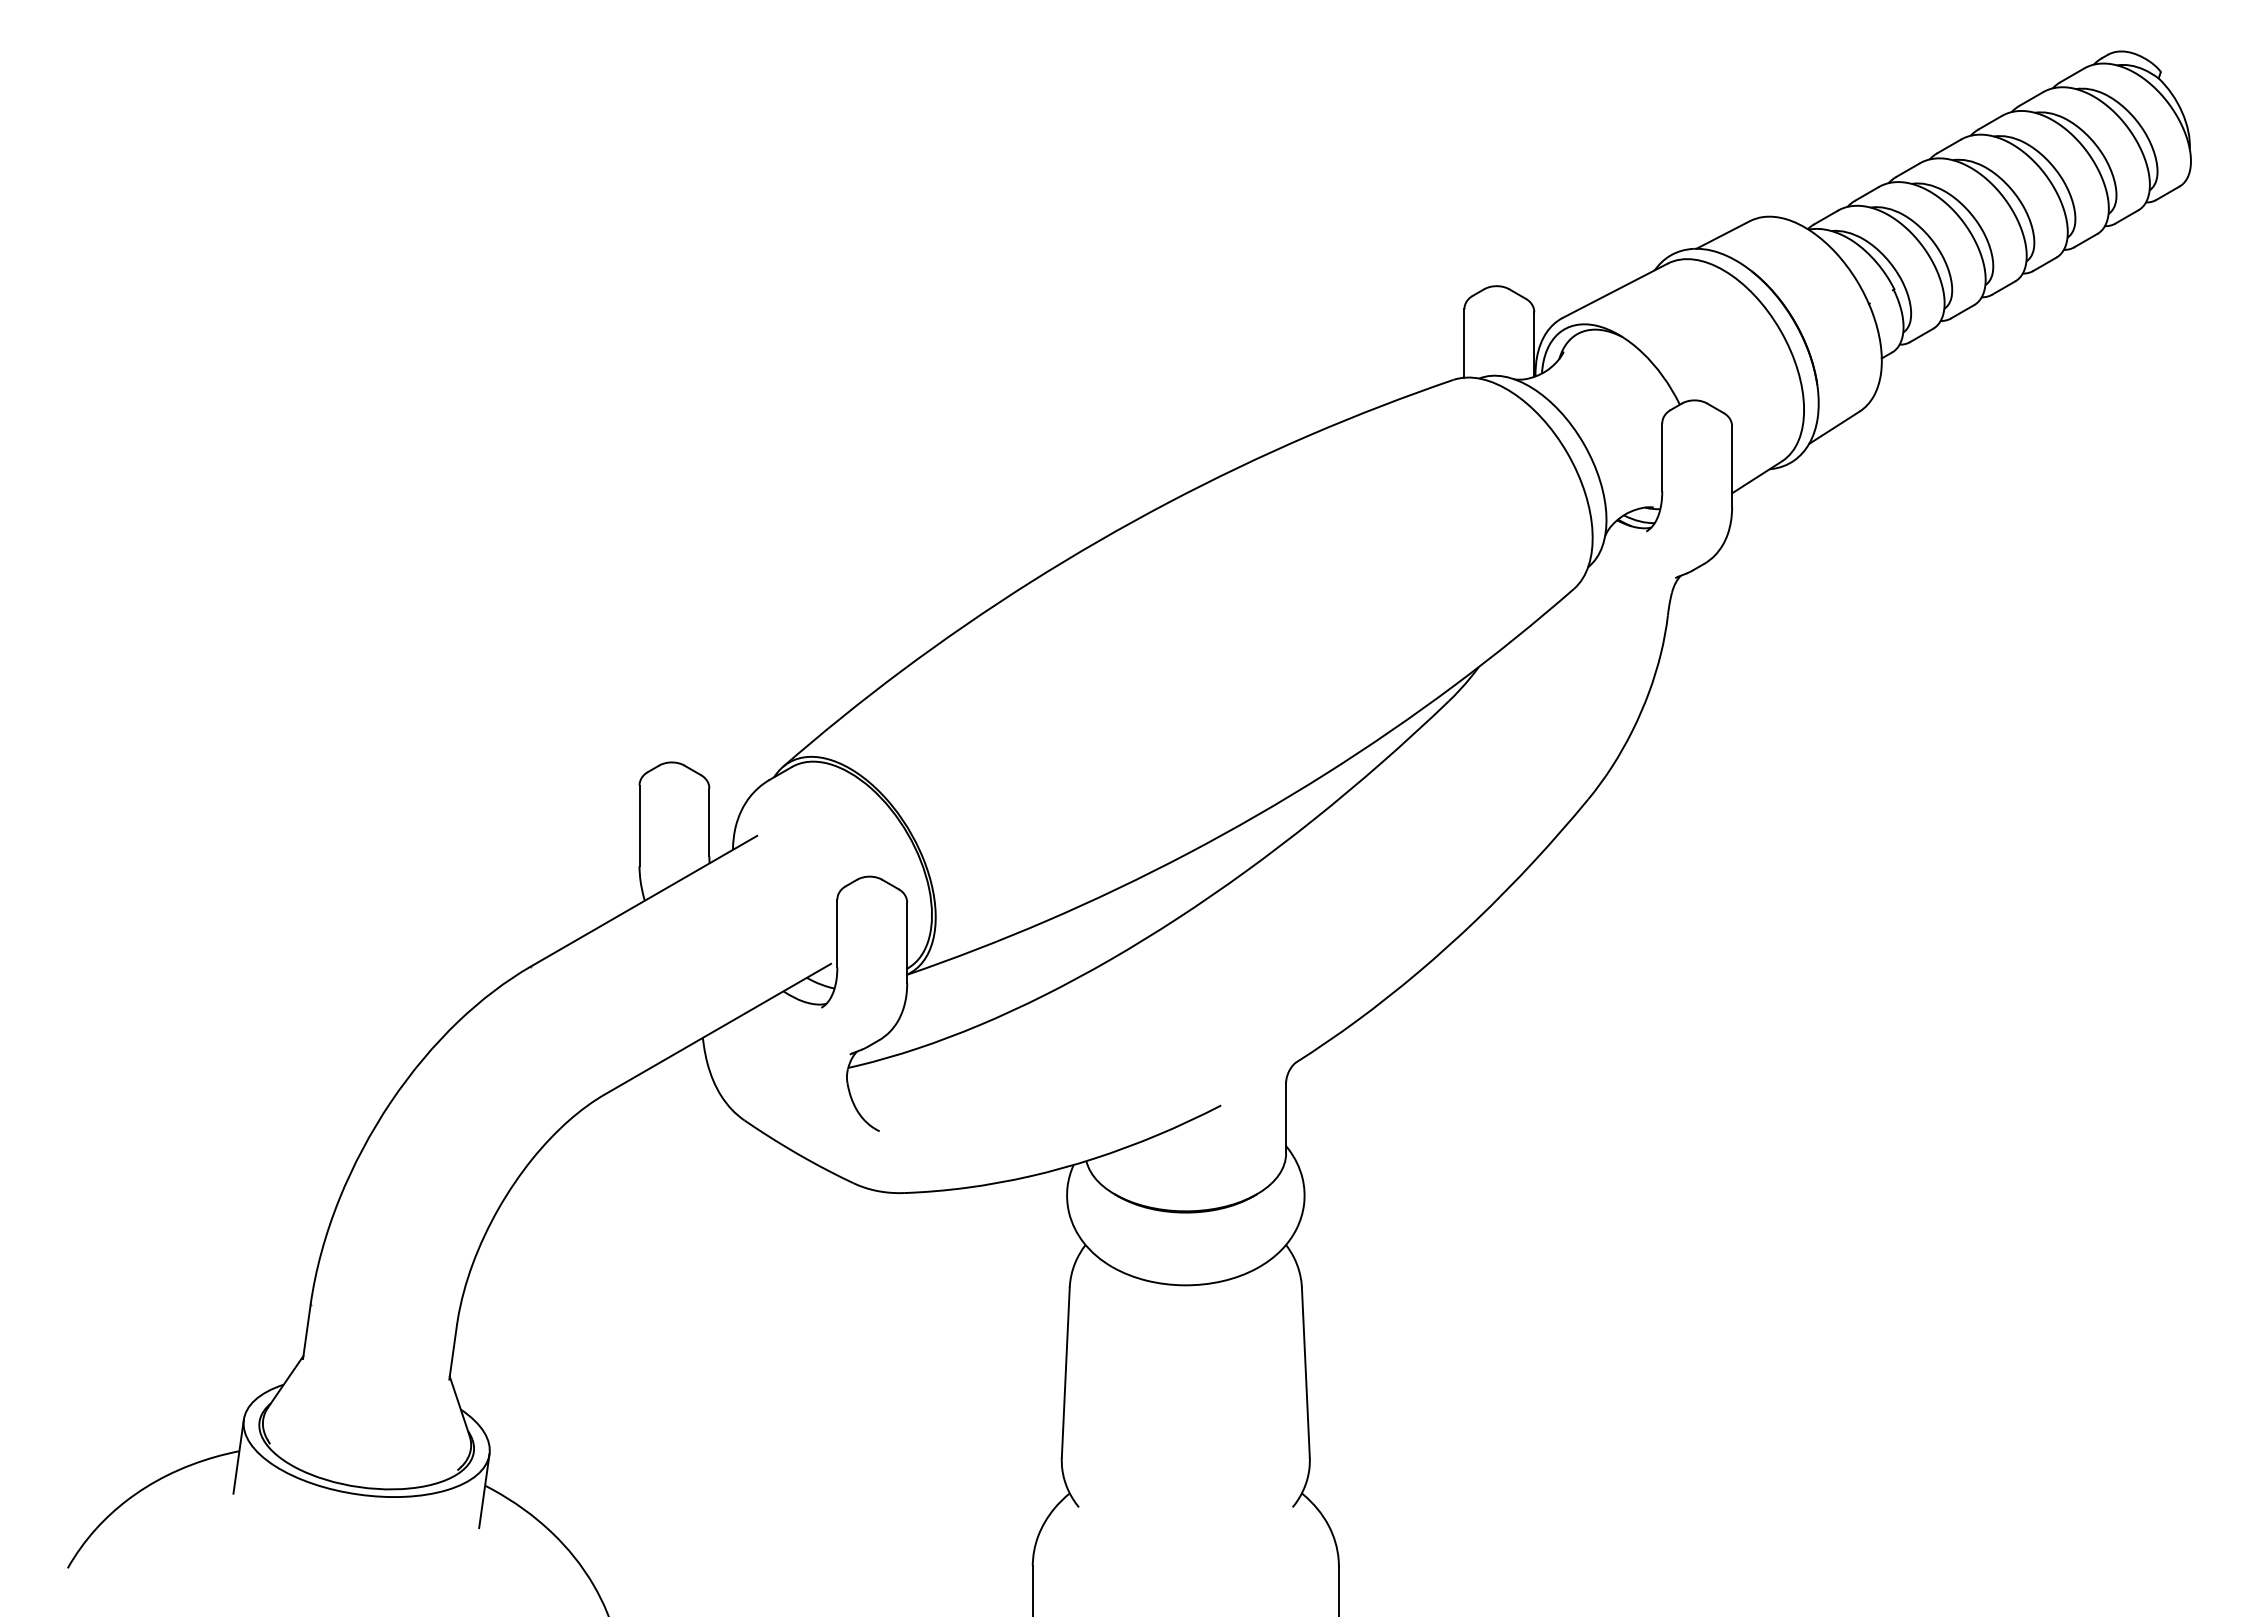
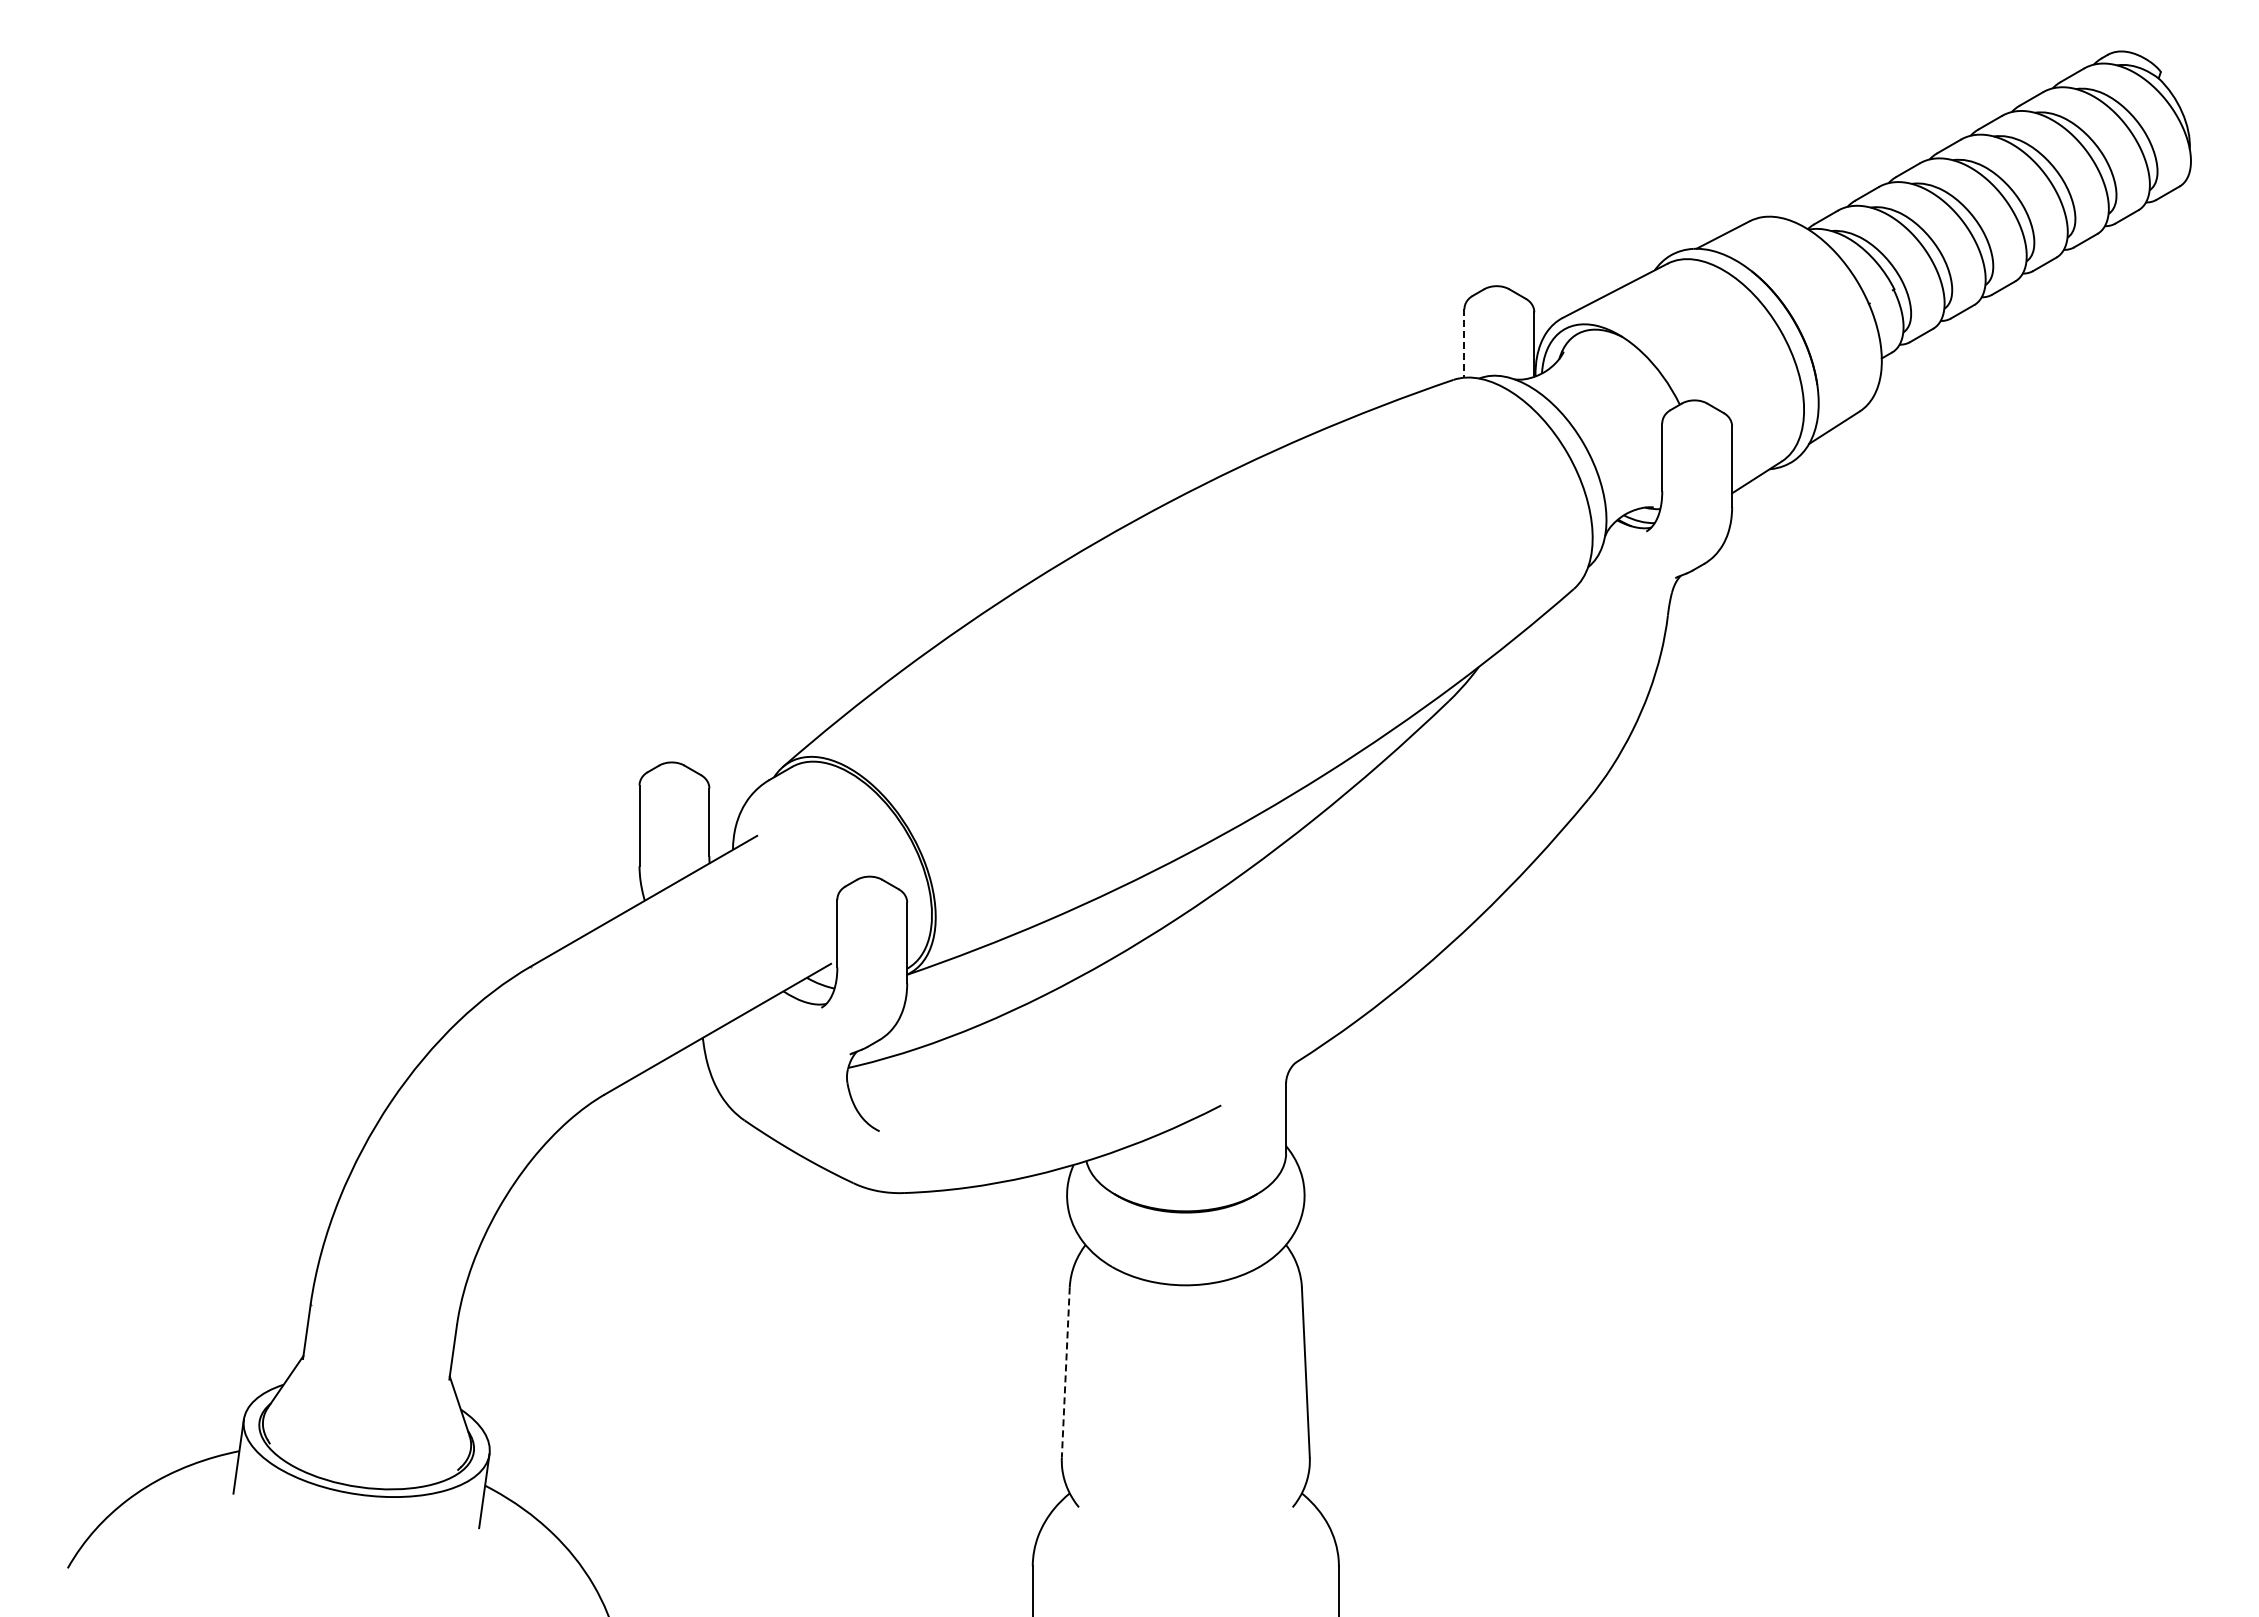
line at (1464, 344): solid -> dashed
line at (1065, 1372): solid -> dashed
